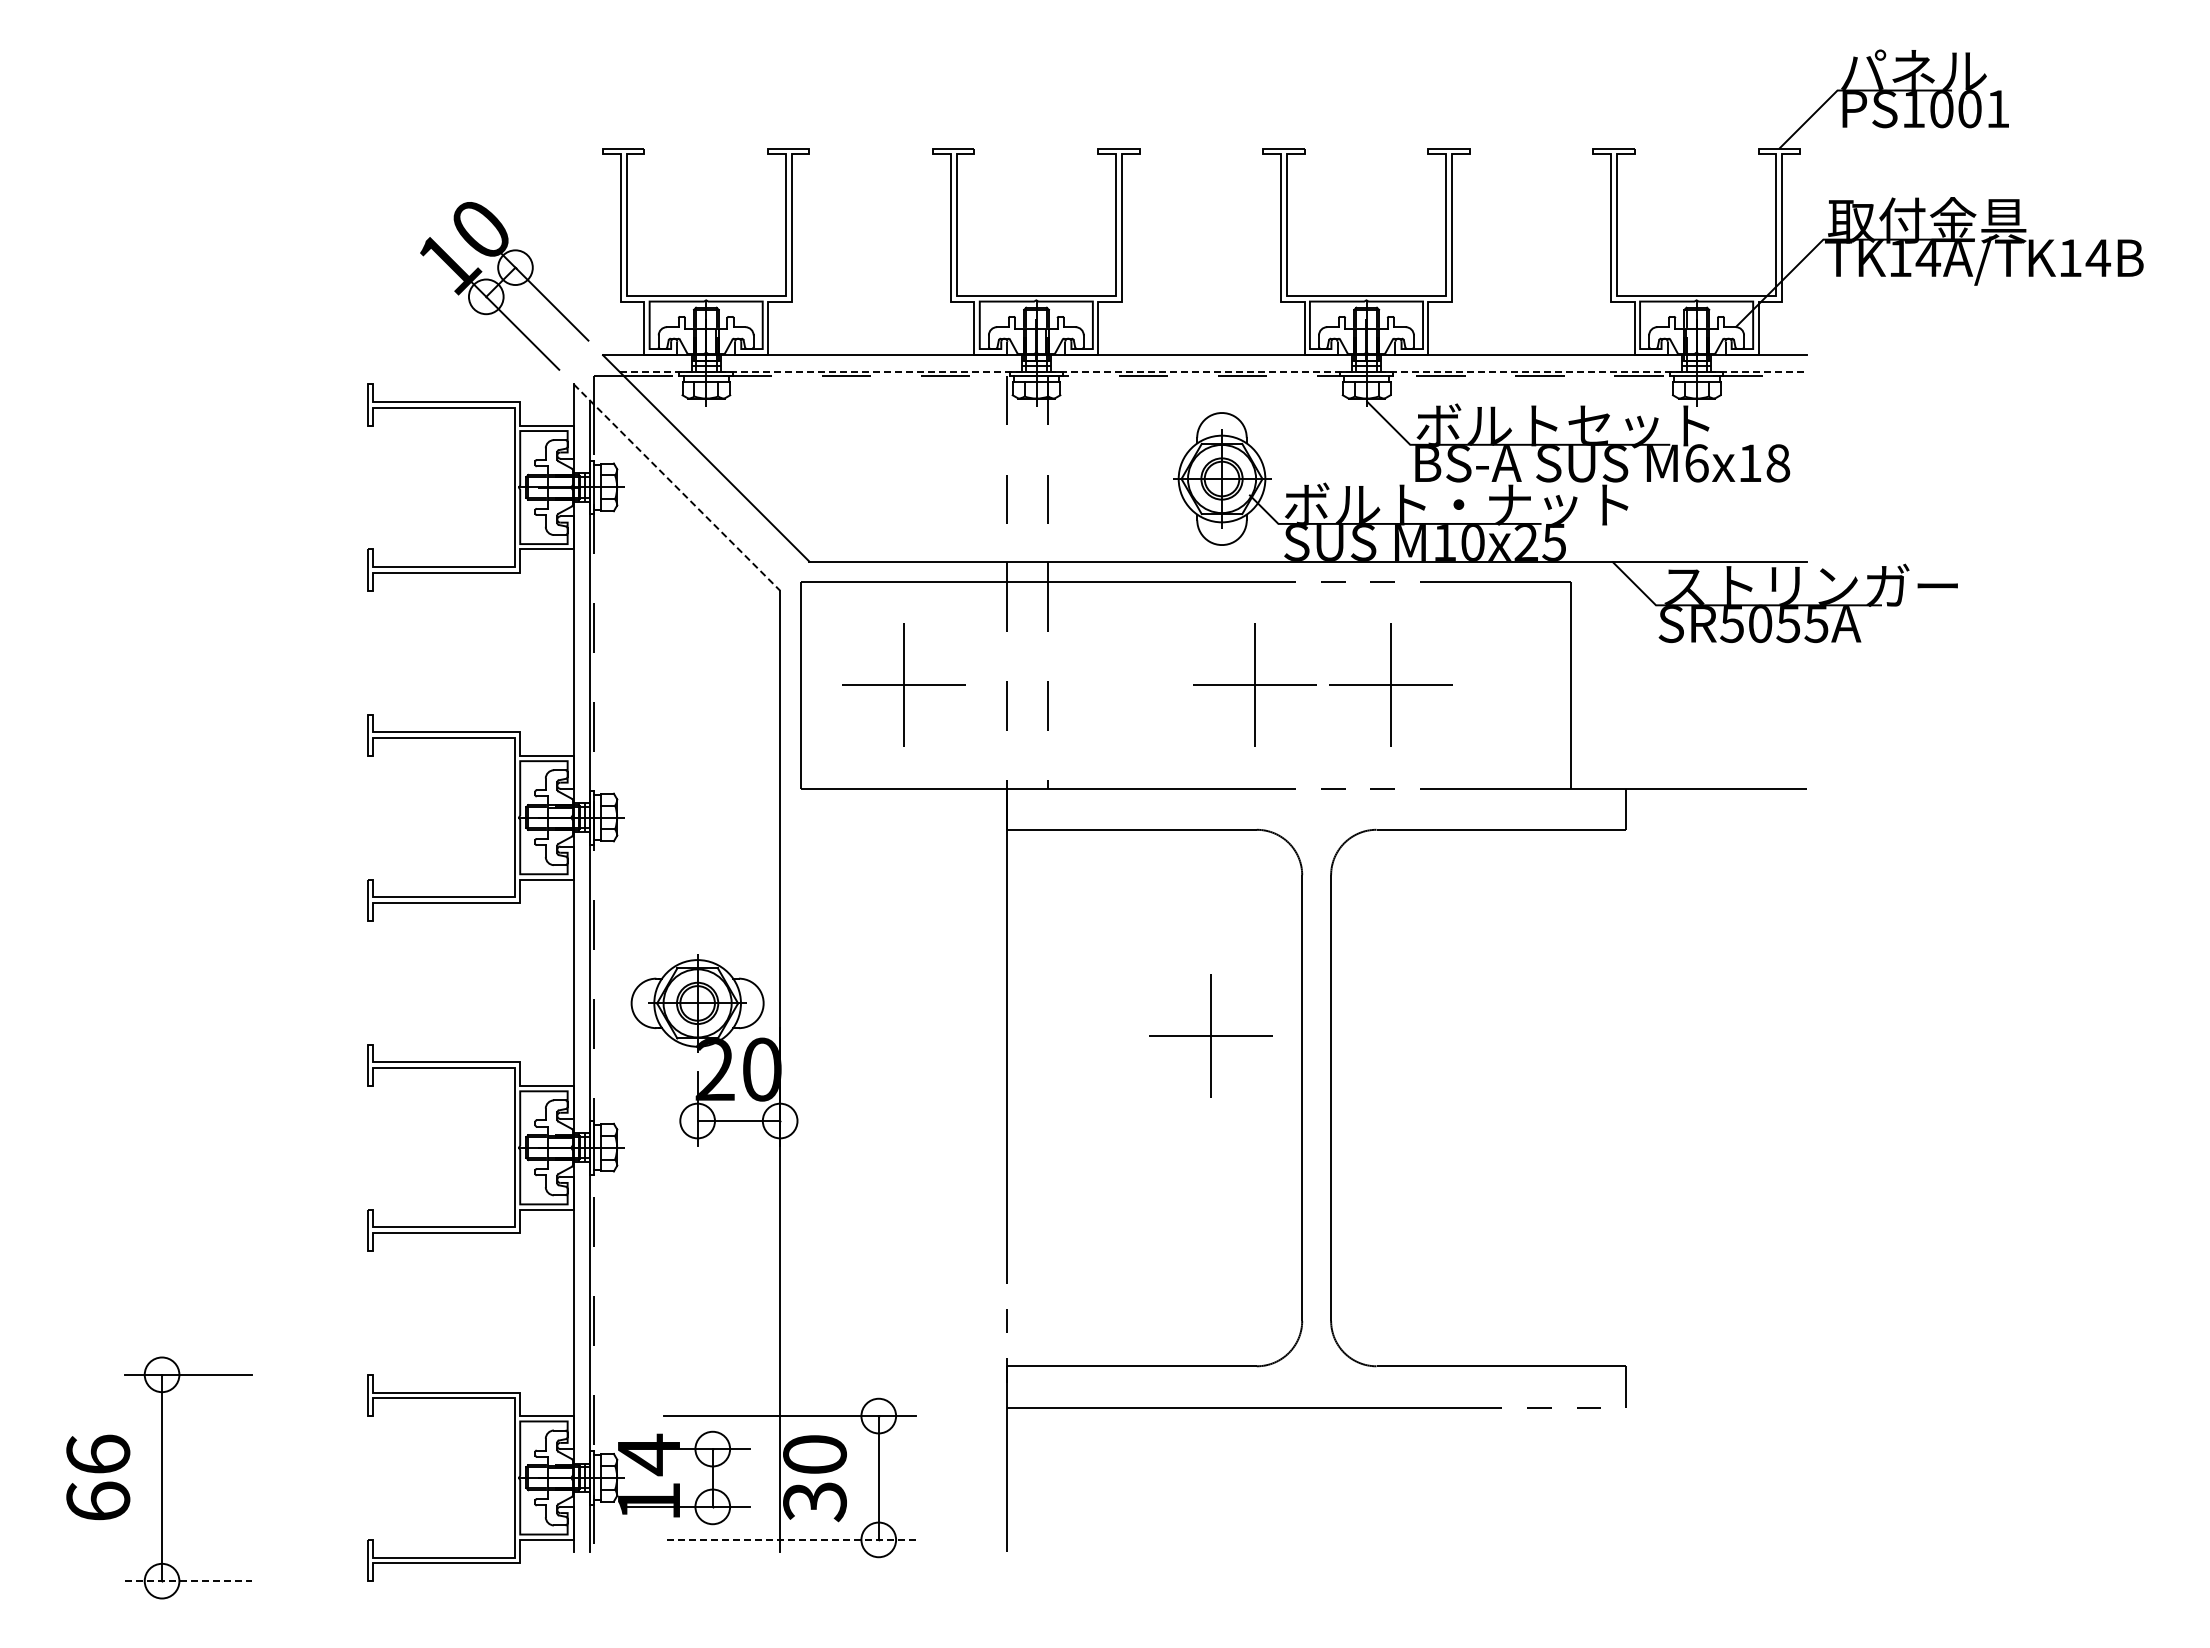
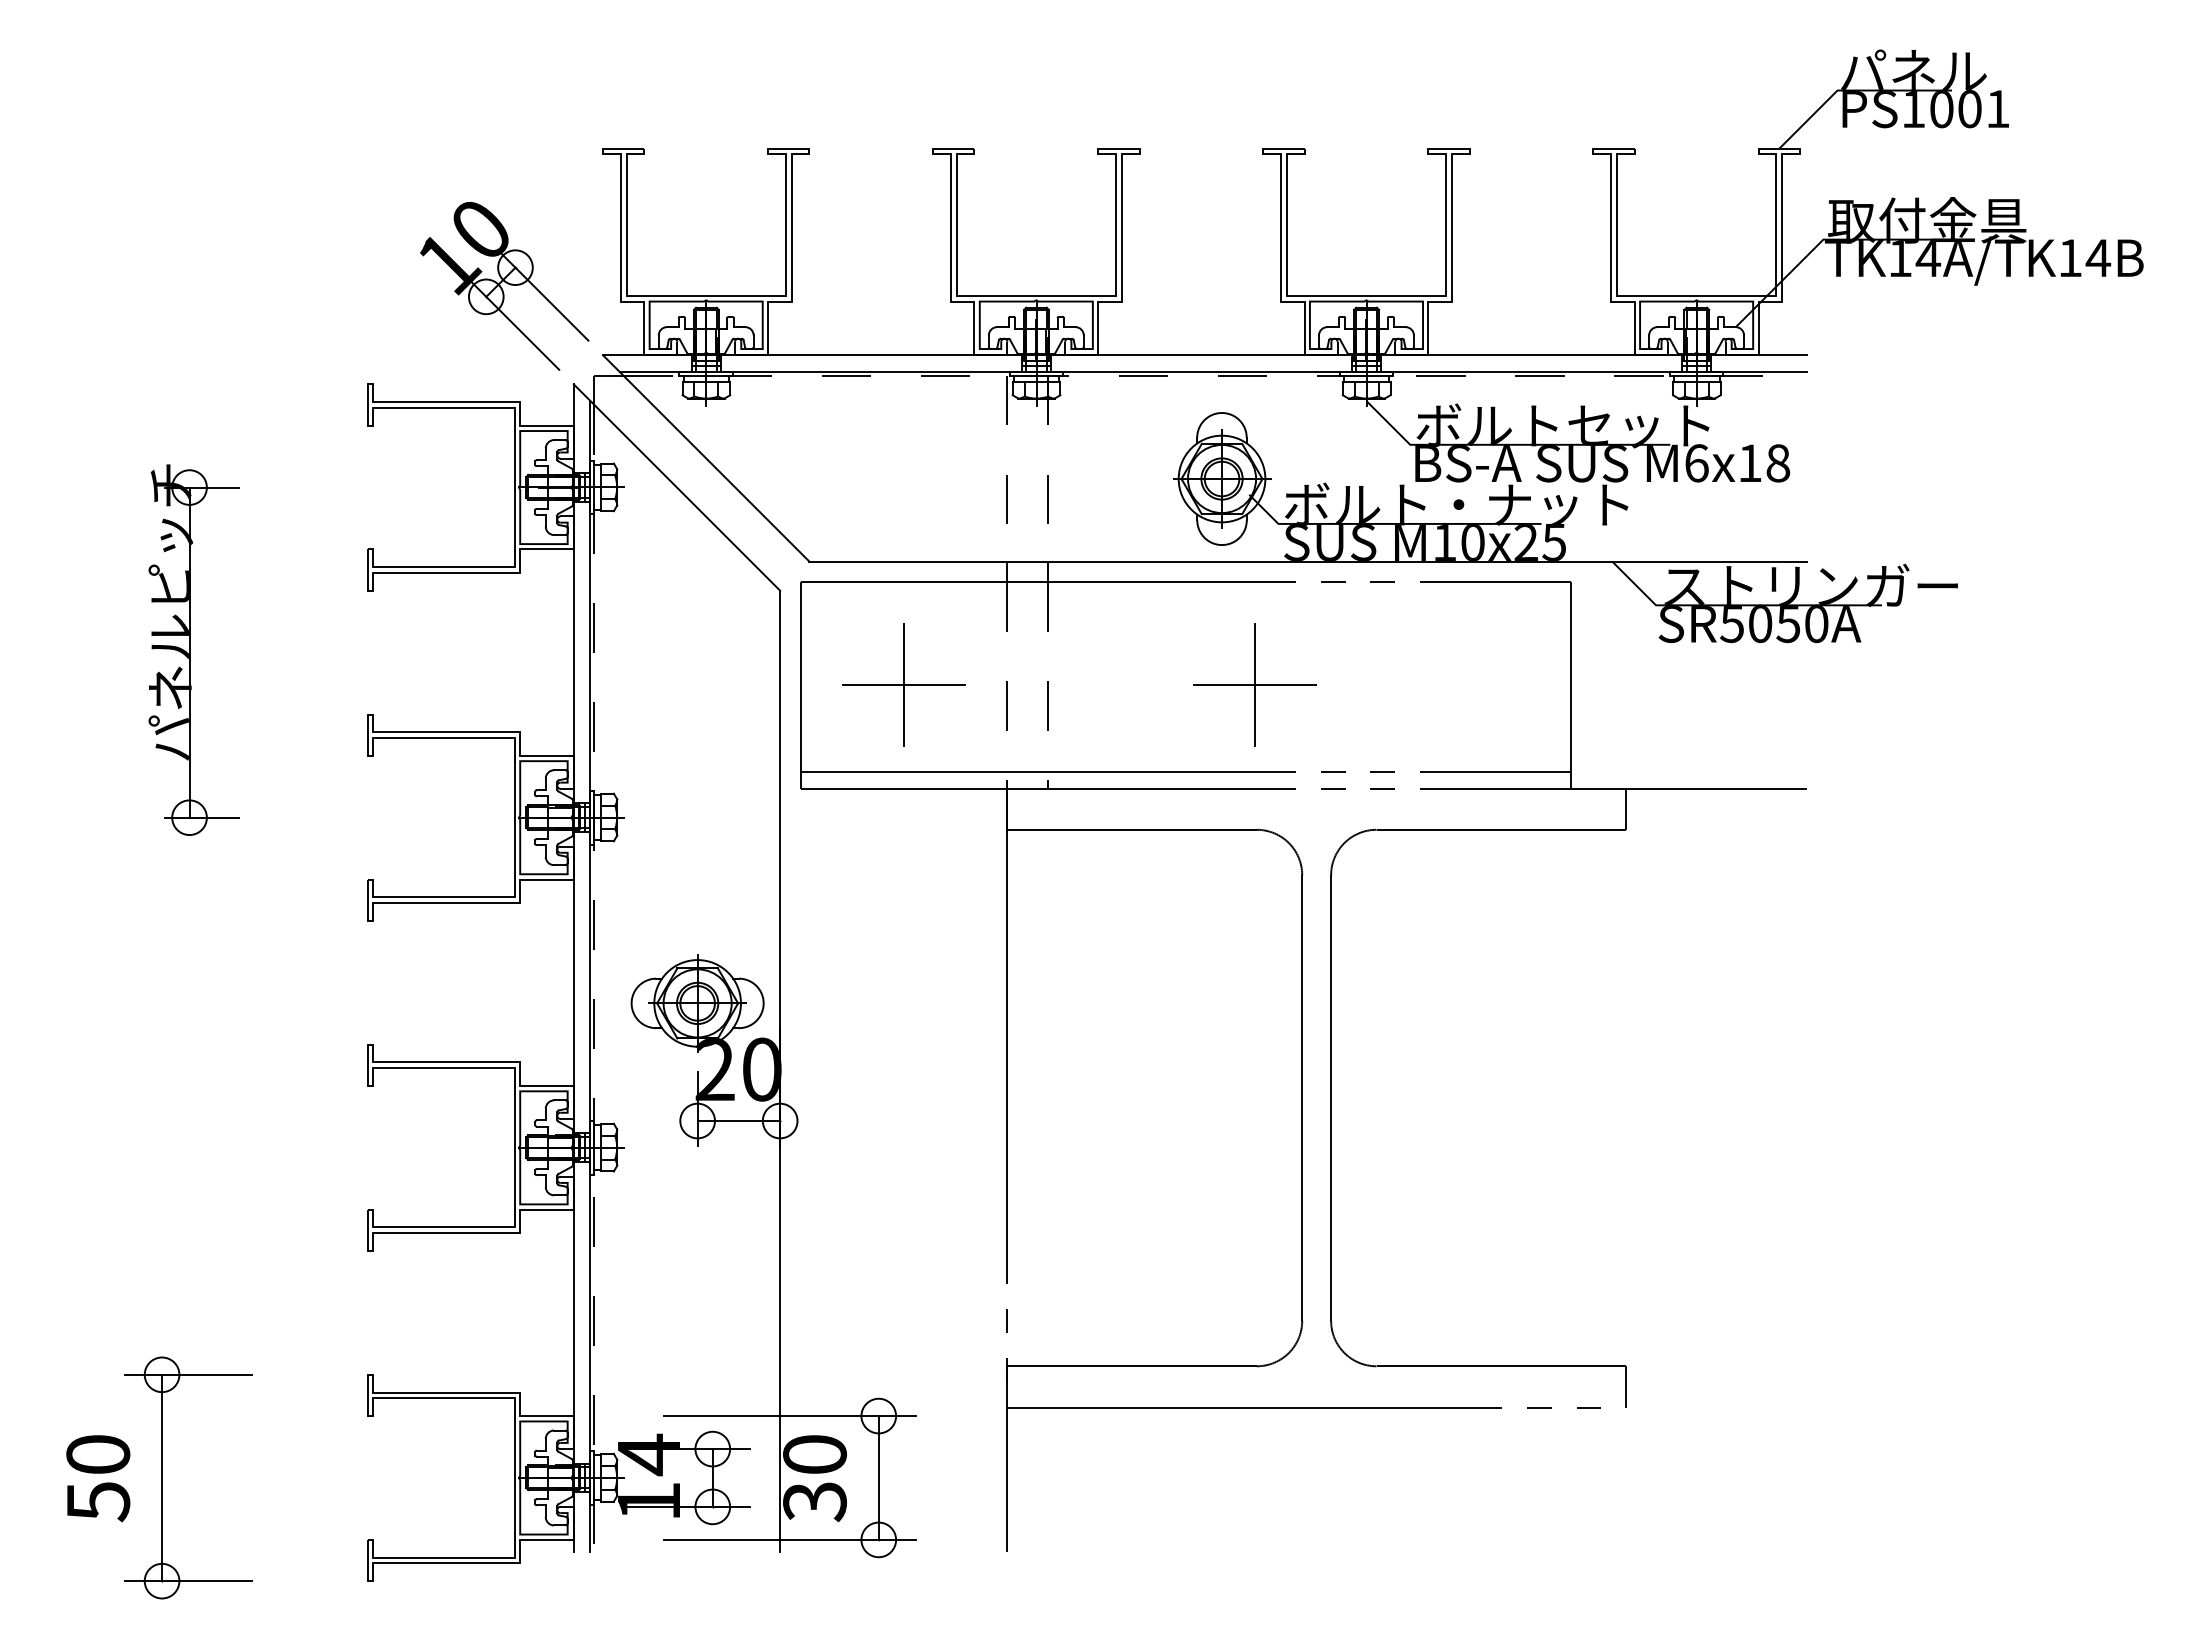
line at (1213, 371): dashed -> solid
line at (677, 487): dashed -> solid
text at (1816, 623): SR5055A -> SR5050A
part at (193, 649): none -> present
part at (1390, 684): present -> none
line at (1185, 772): none -> present
part at (1210, 1035): present -> none
text at (98, 1478): 66 -> 50
line at (789, 1539): dashed -> solid
line at (188, 1581): dashed -> solid
